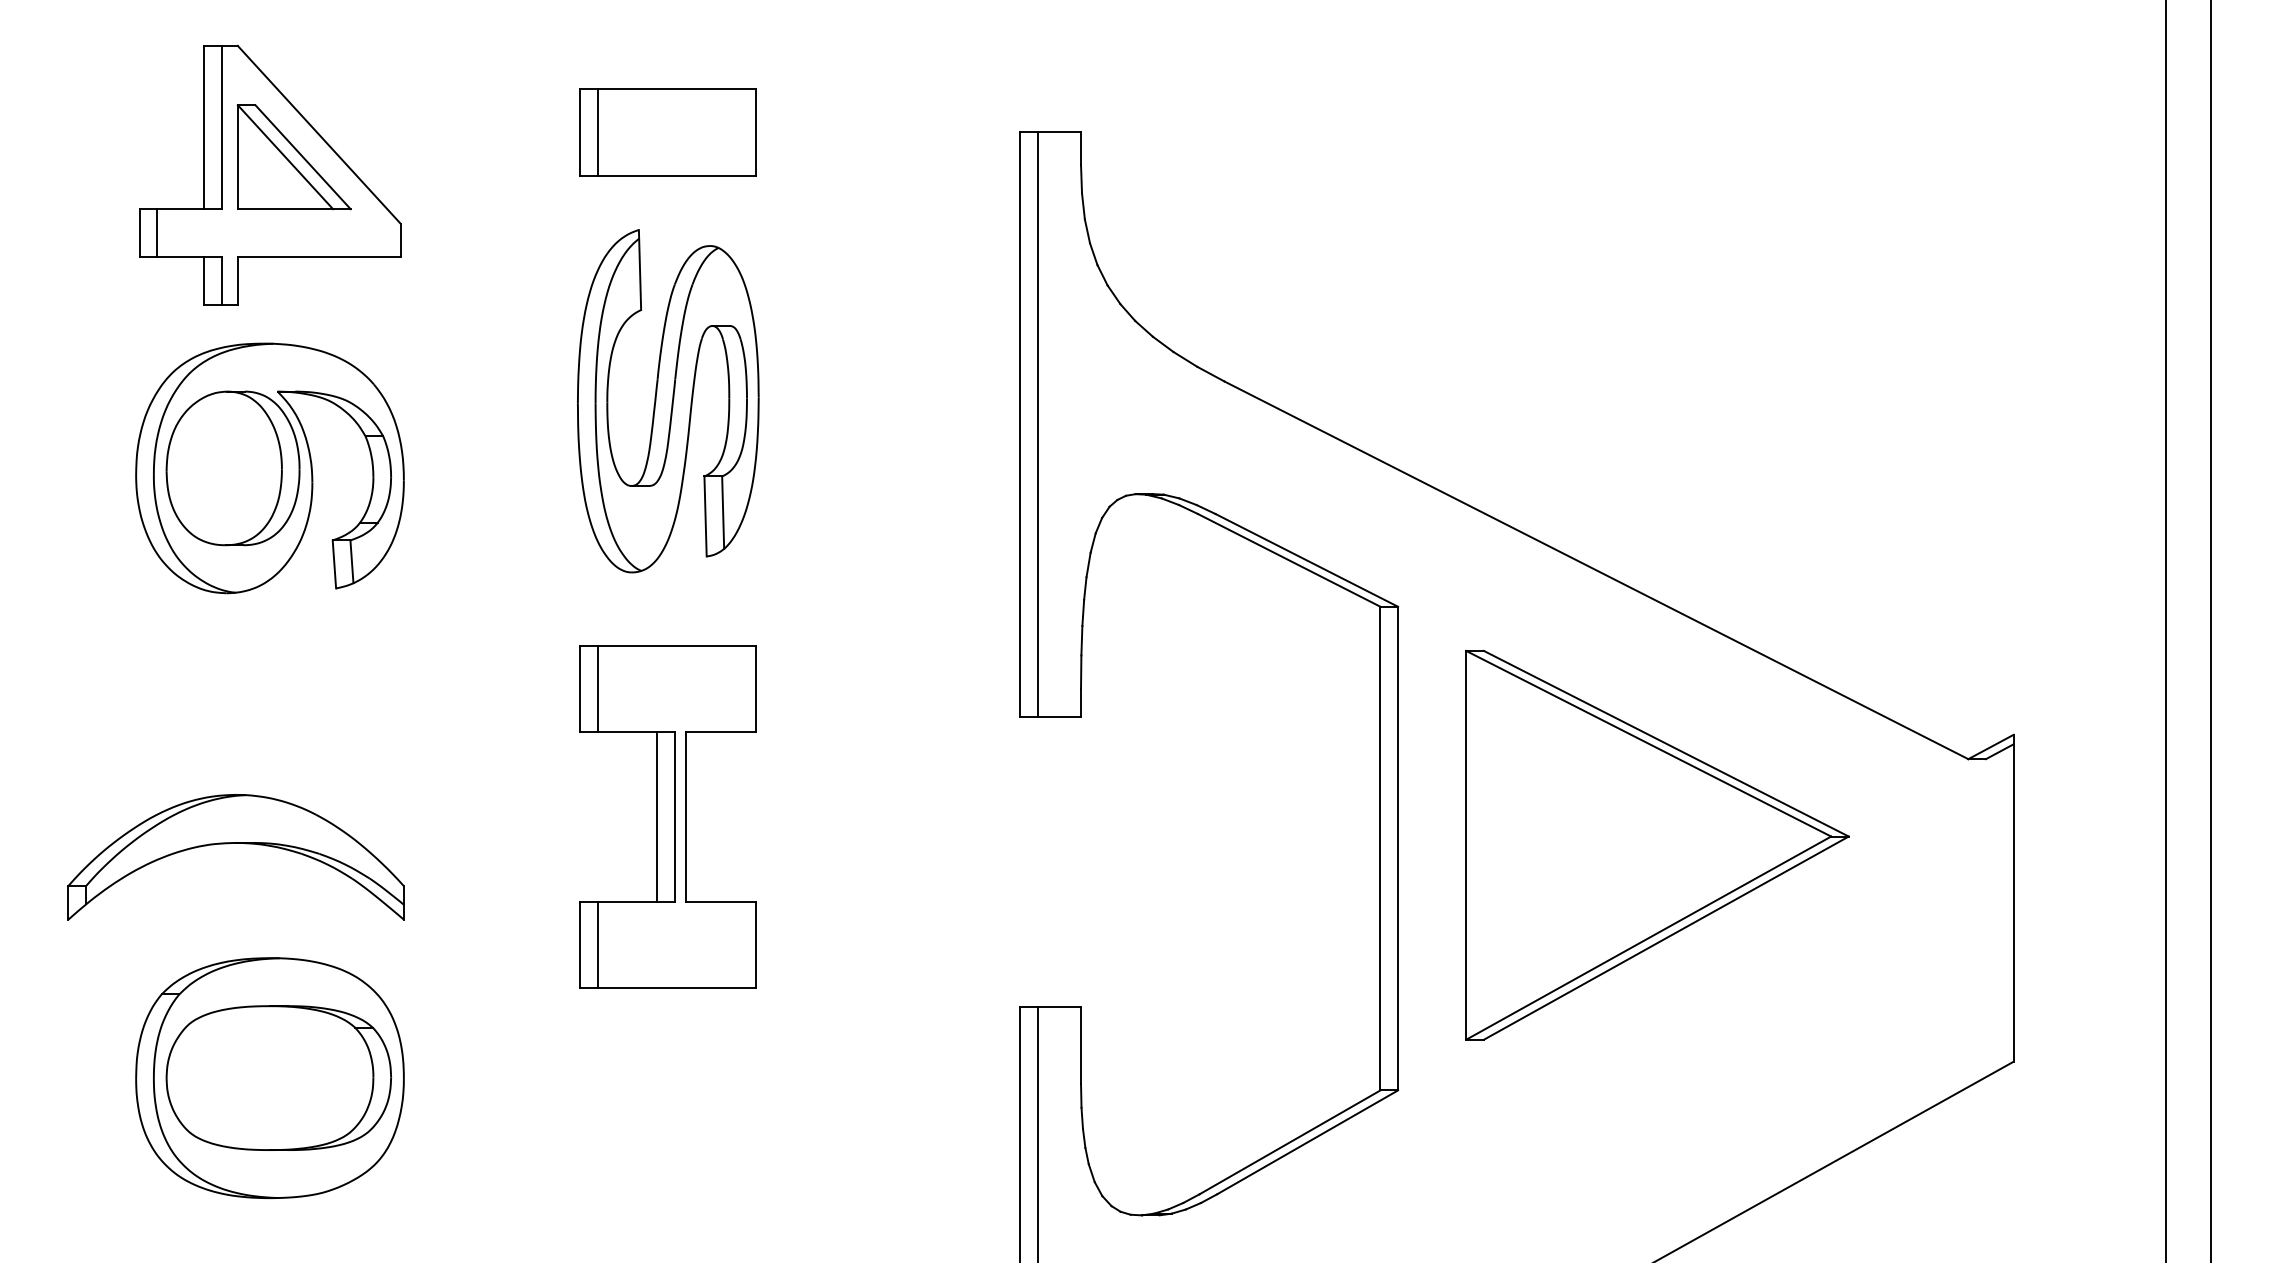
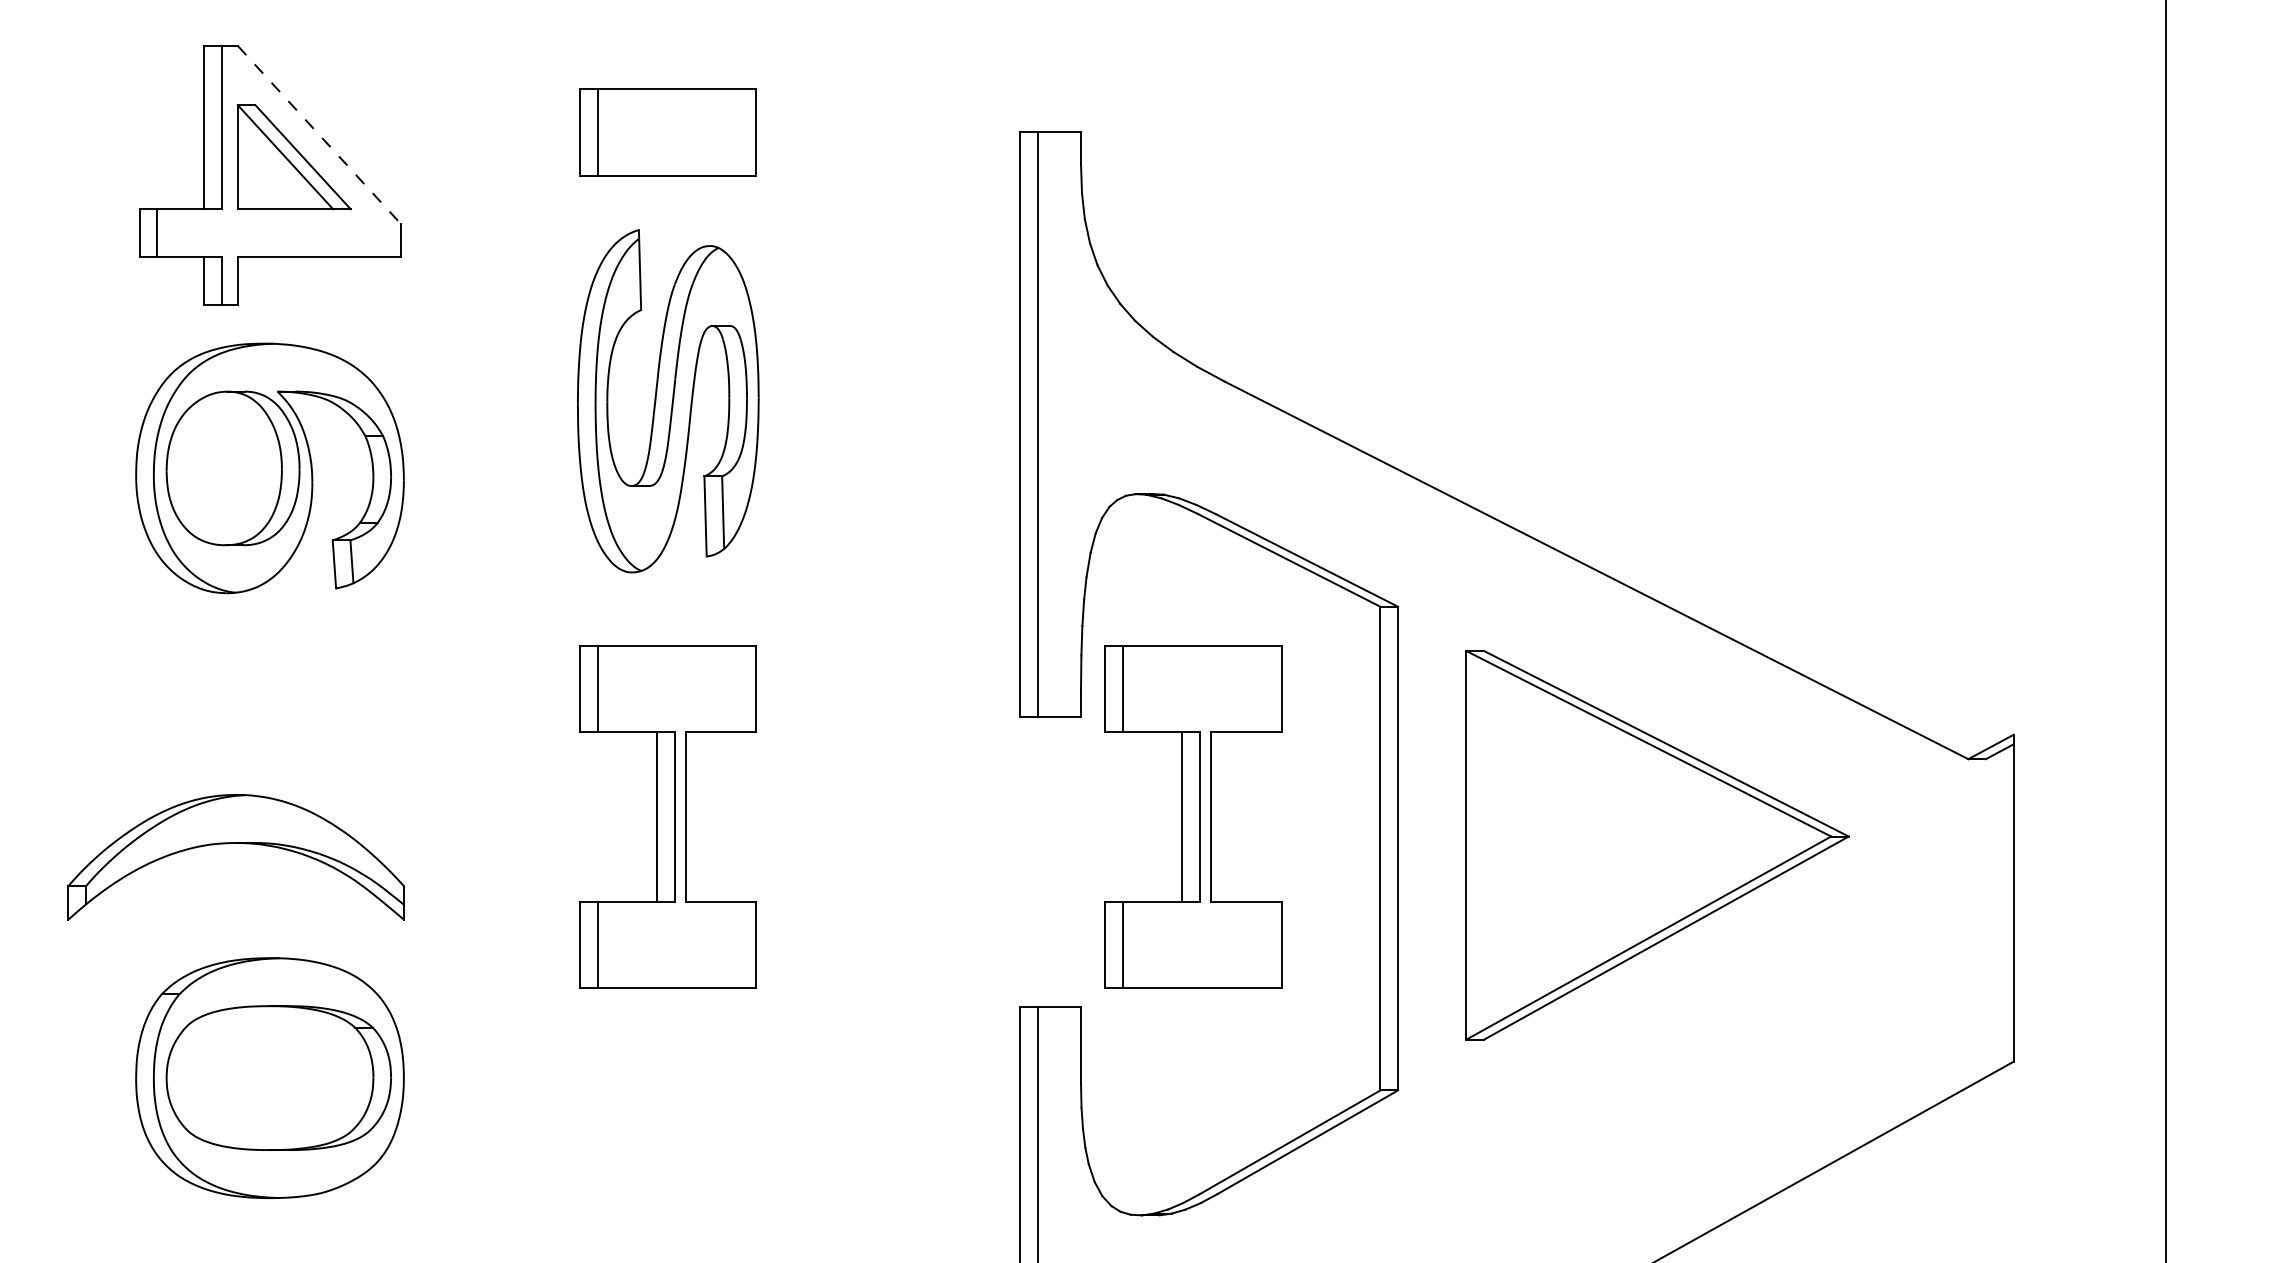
line at (319, 135): solid -> dashed
line at (2210, 630): present -> none
part at (1192, 816): none -> present
